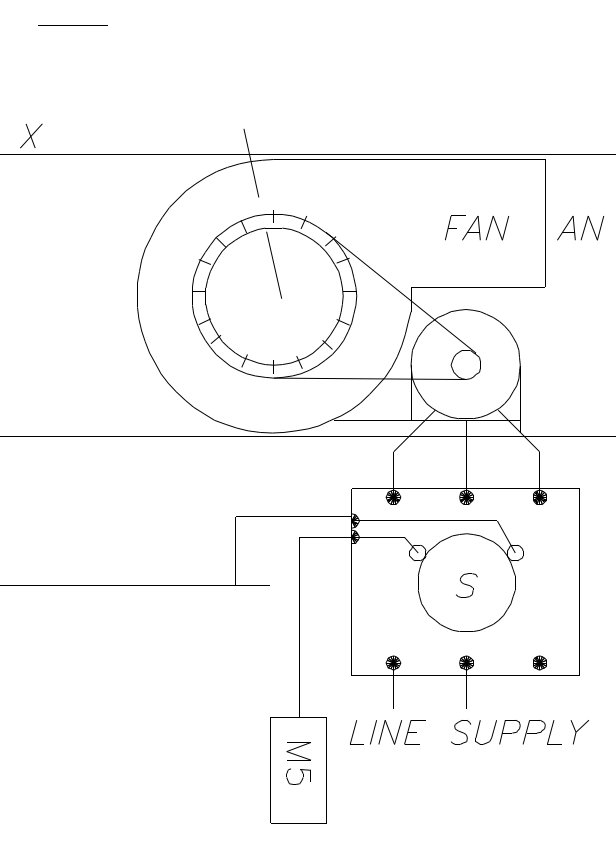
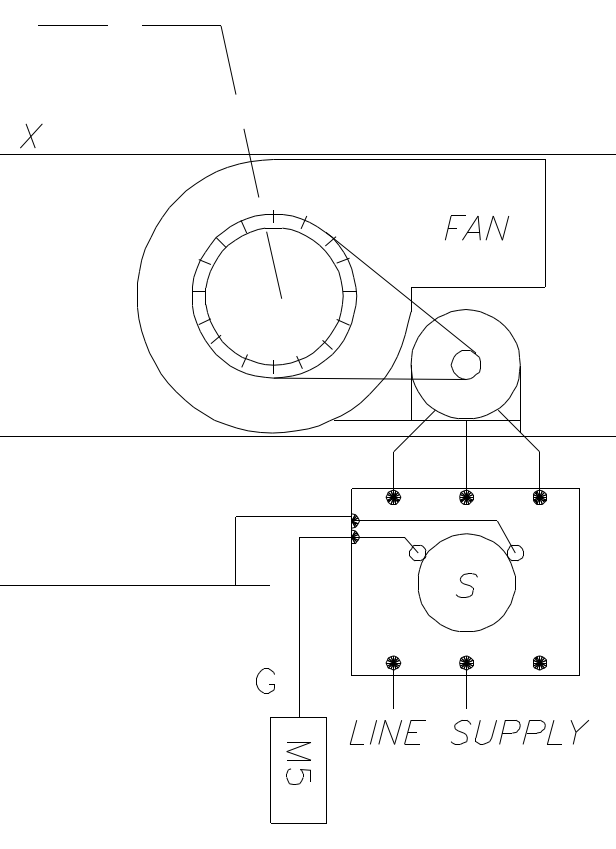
part at (189, 25): none -> present
part at (580, 228): present -> none
part at (265, 680): none -> present
